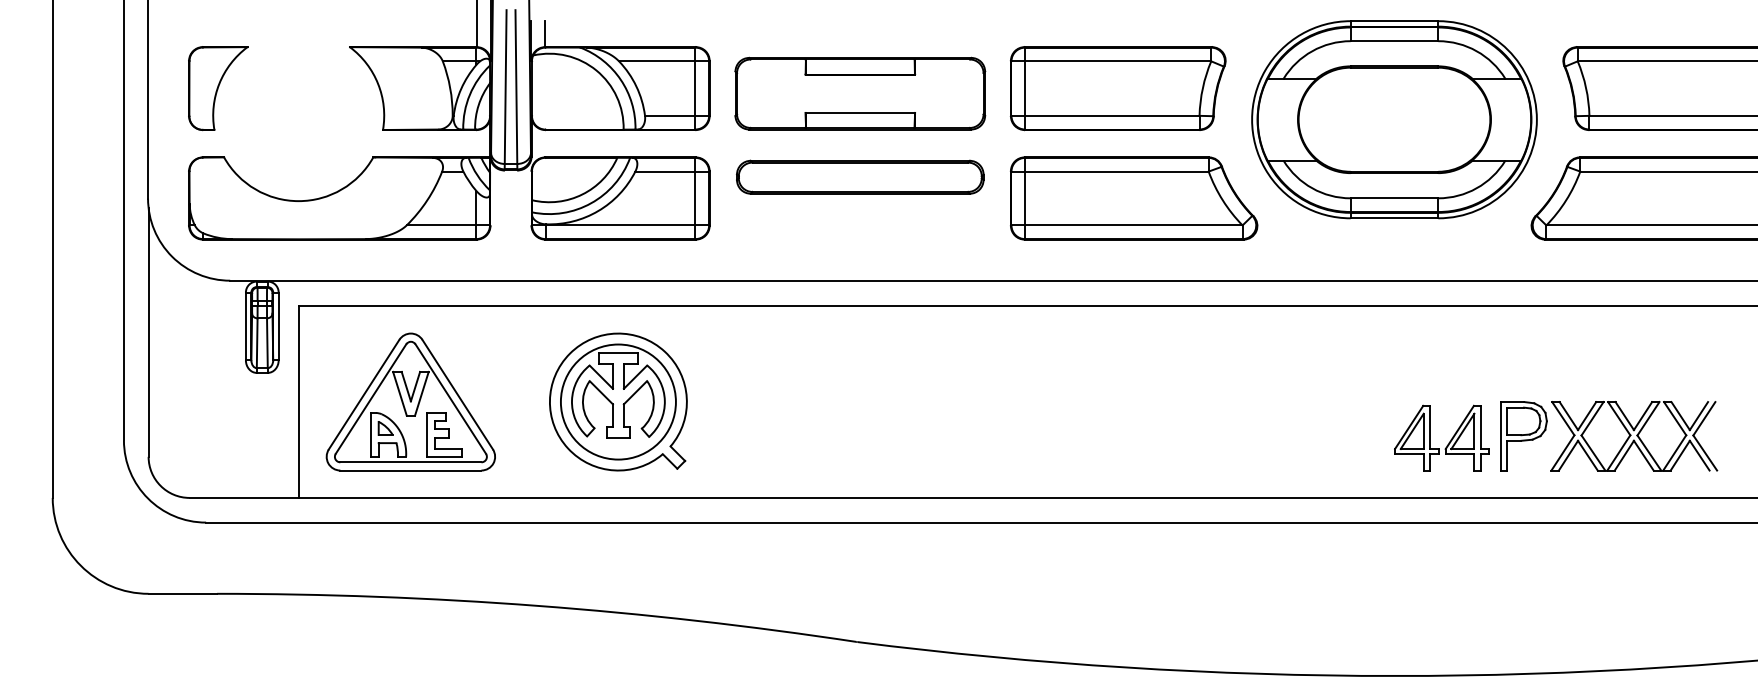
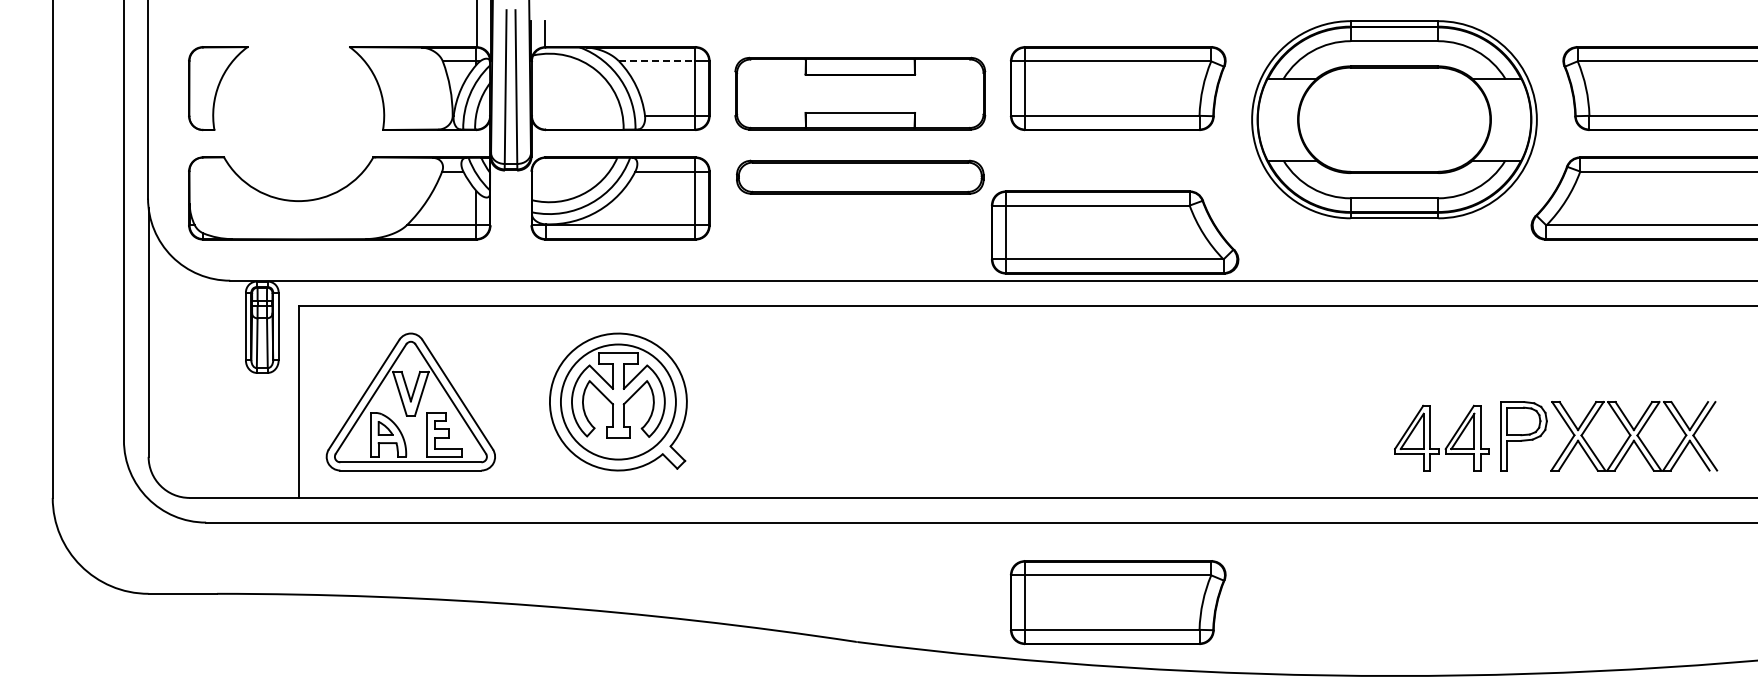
line at (657, 61): solid -> dashed
part at (1134, 198) position: (1134, 198) -> (1115, 232)
part at (1117, 602): none -> present
